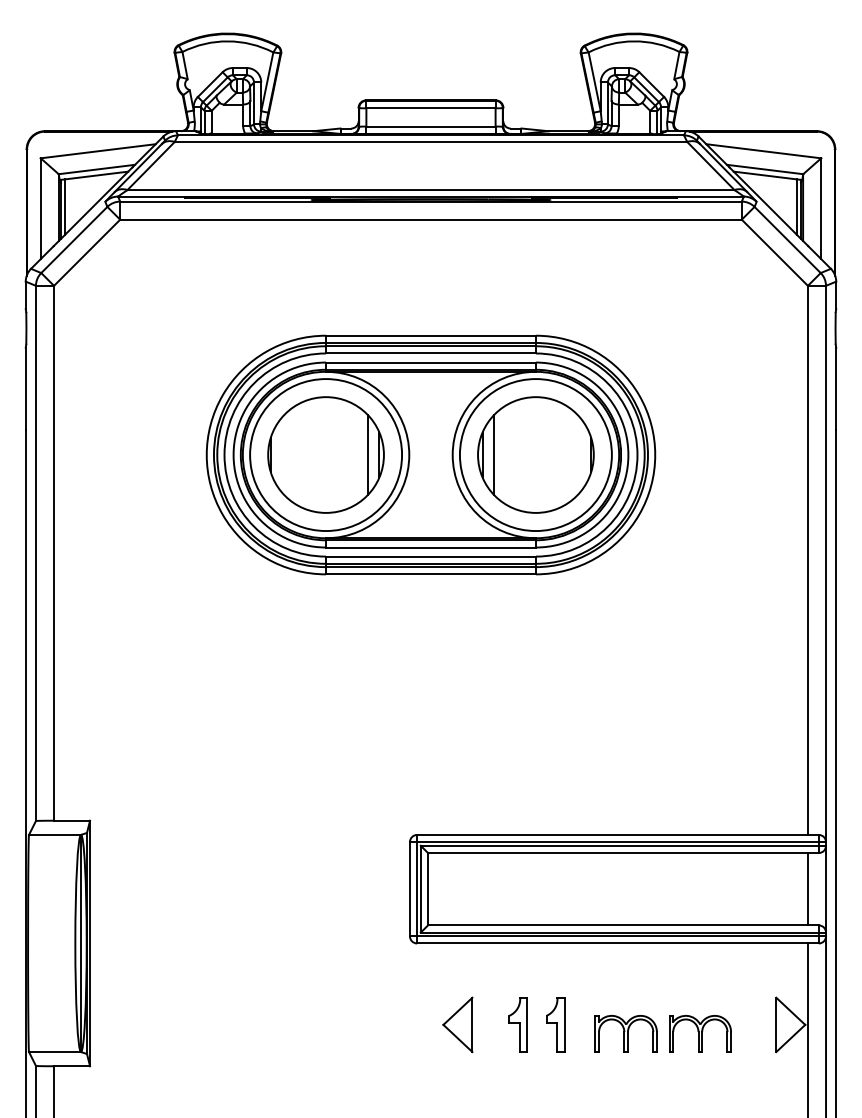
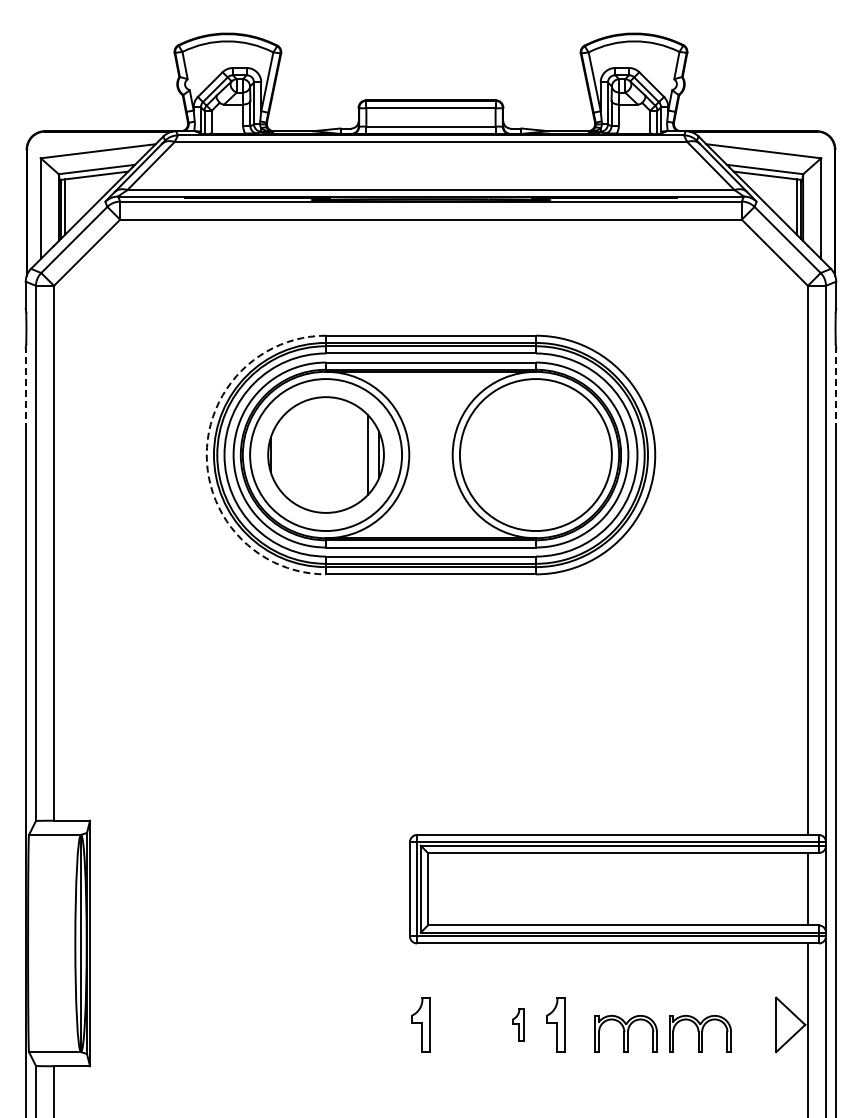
line at (25, 388): solid -> dashed
line at (836, 388): solid -> dashed
part at (535, 454): present -> none
arc at (206, 455): solid -> dashed
part at (420, 1024): none -> present
part at (457, 1024): present -> none
part at (517, 1024) size: 20x56 px -> 13x34 px
